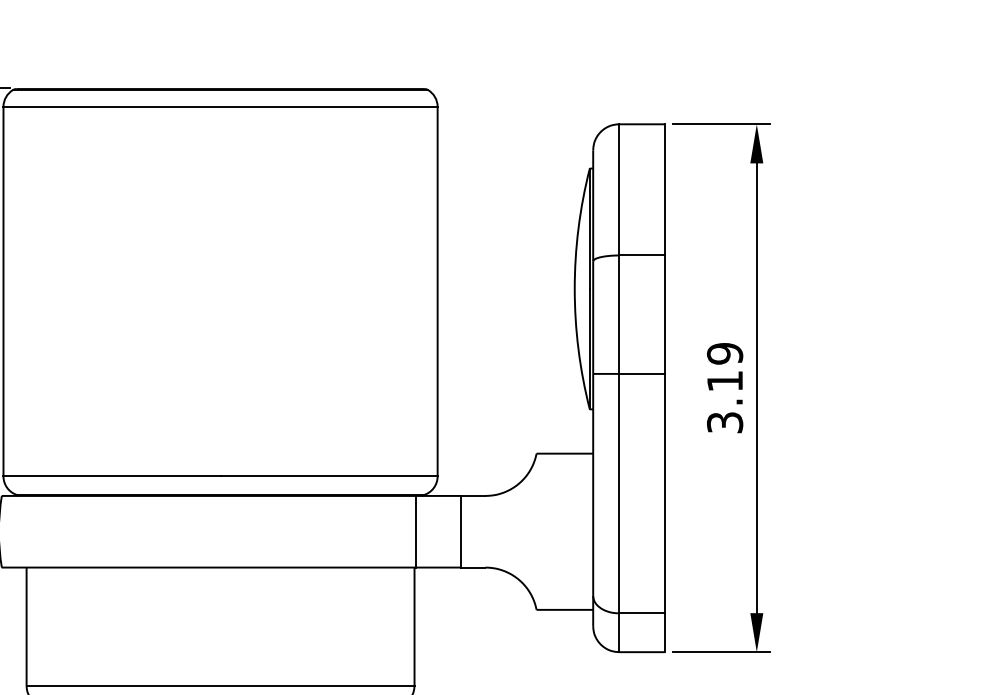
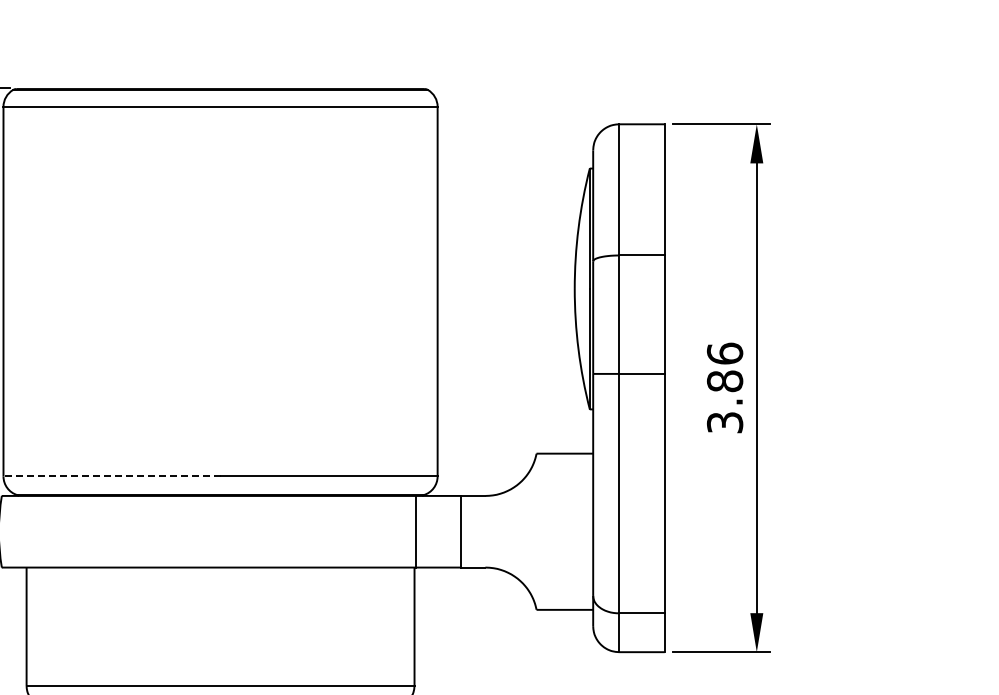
text at (724, 367): 3.19 -> 3.86
line at (112, 476): solid -> dashed
